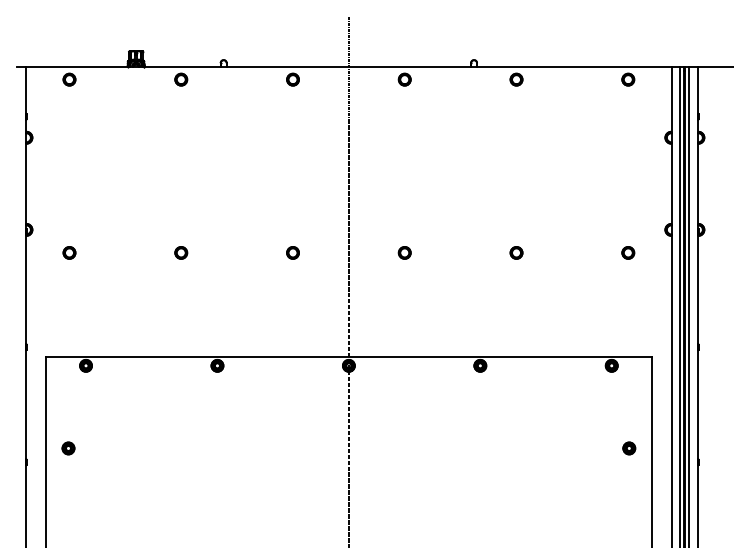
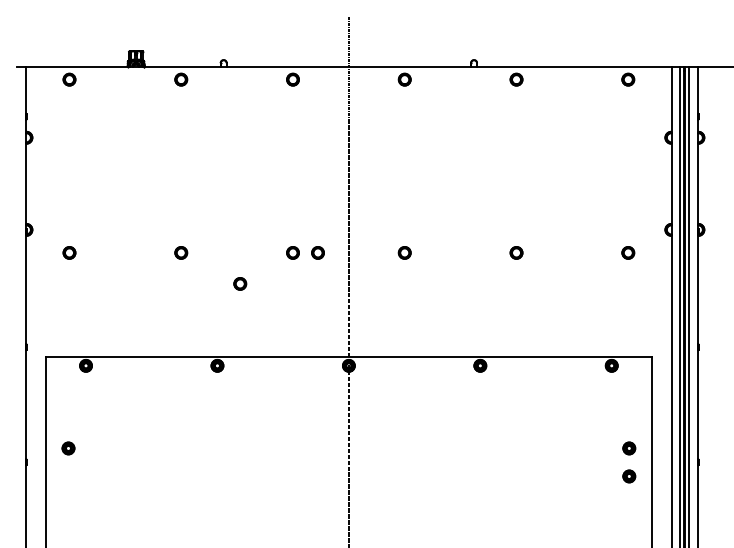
circle at (317, 252): none -> present
circle at (240, 283): none -> present
part at (629, 476): none -> present
